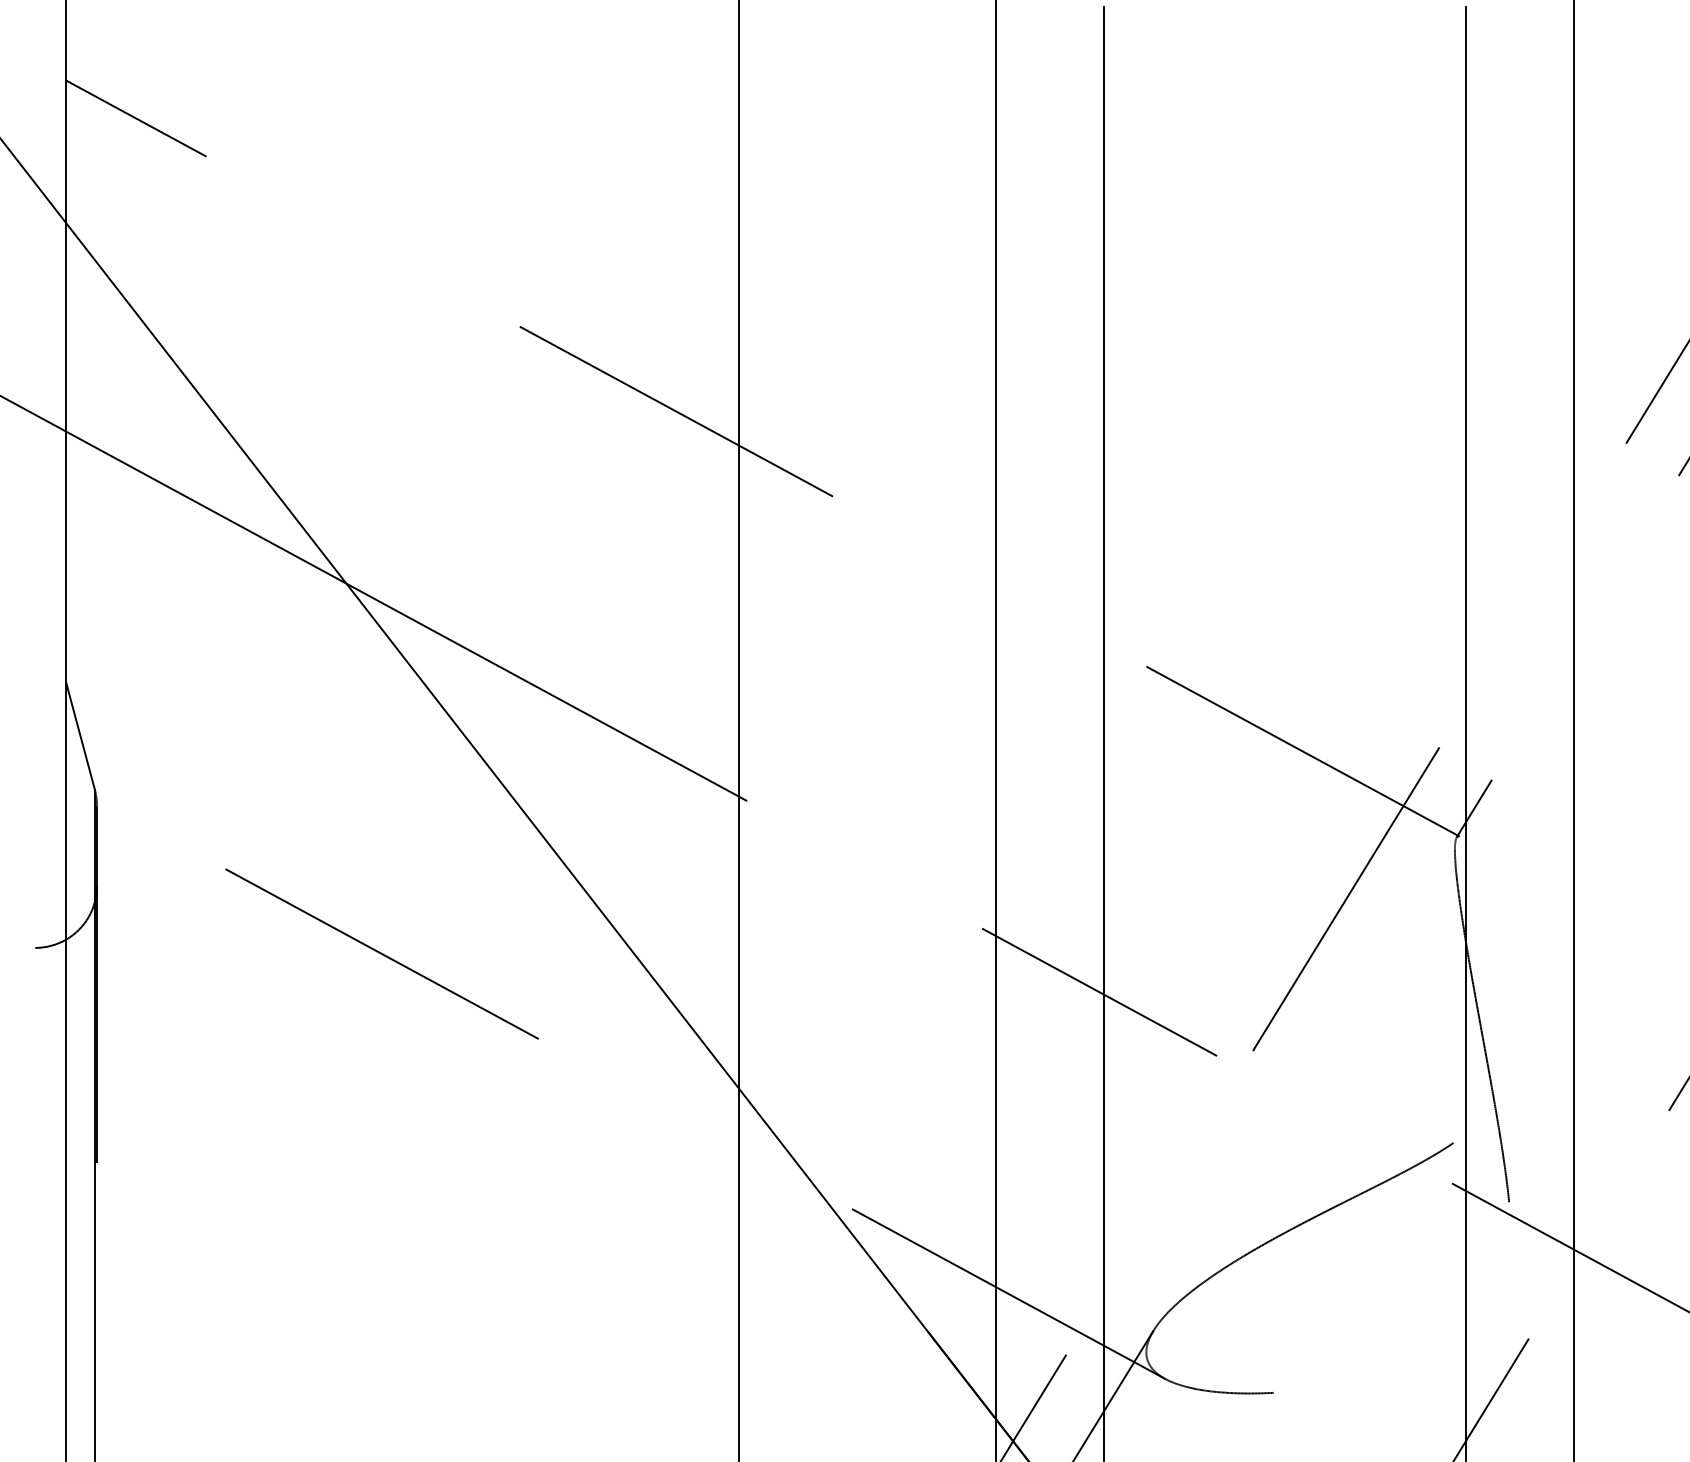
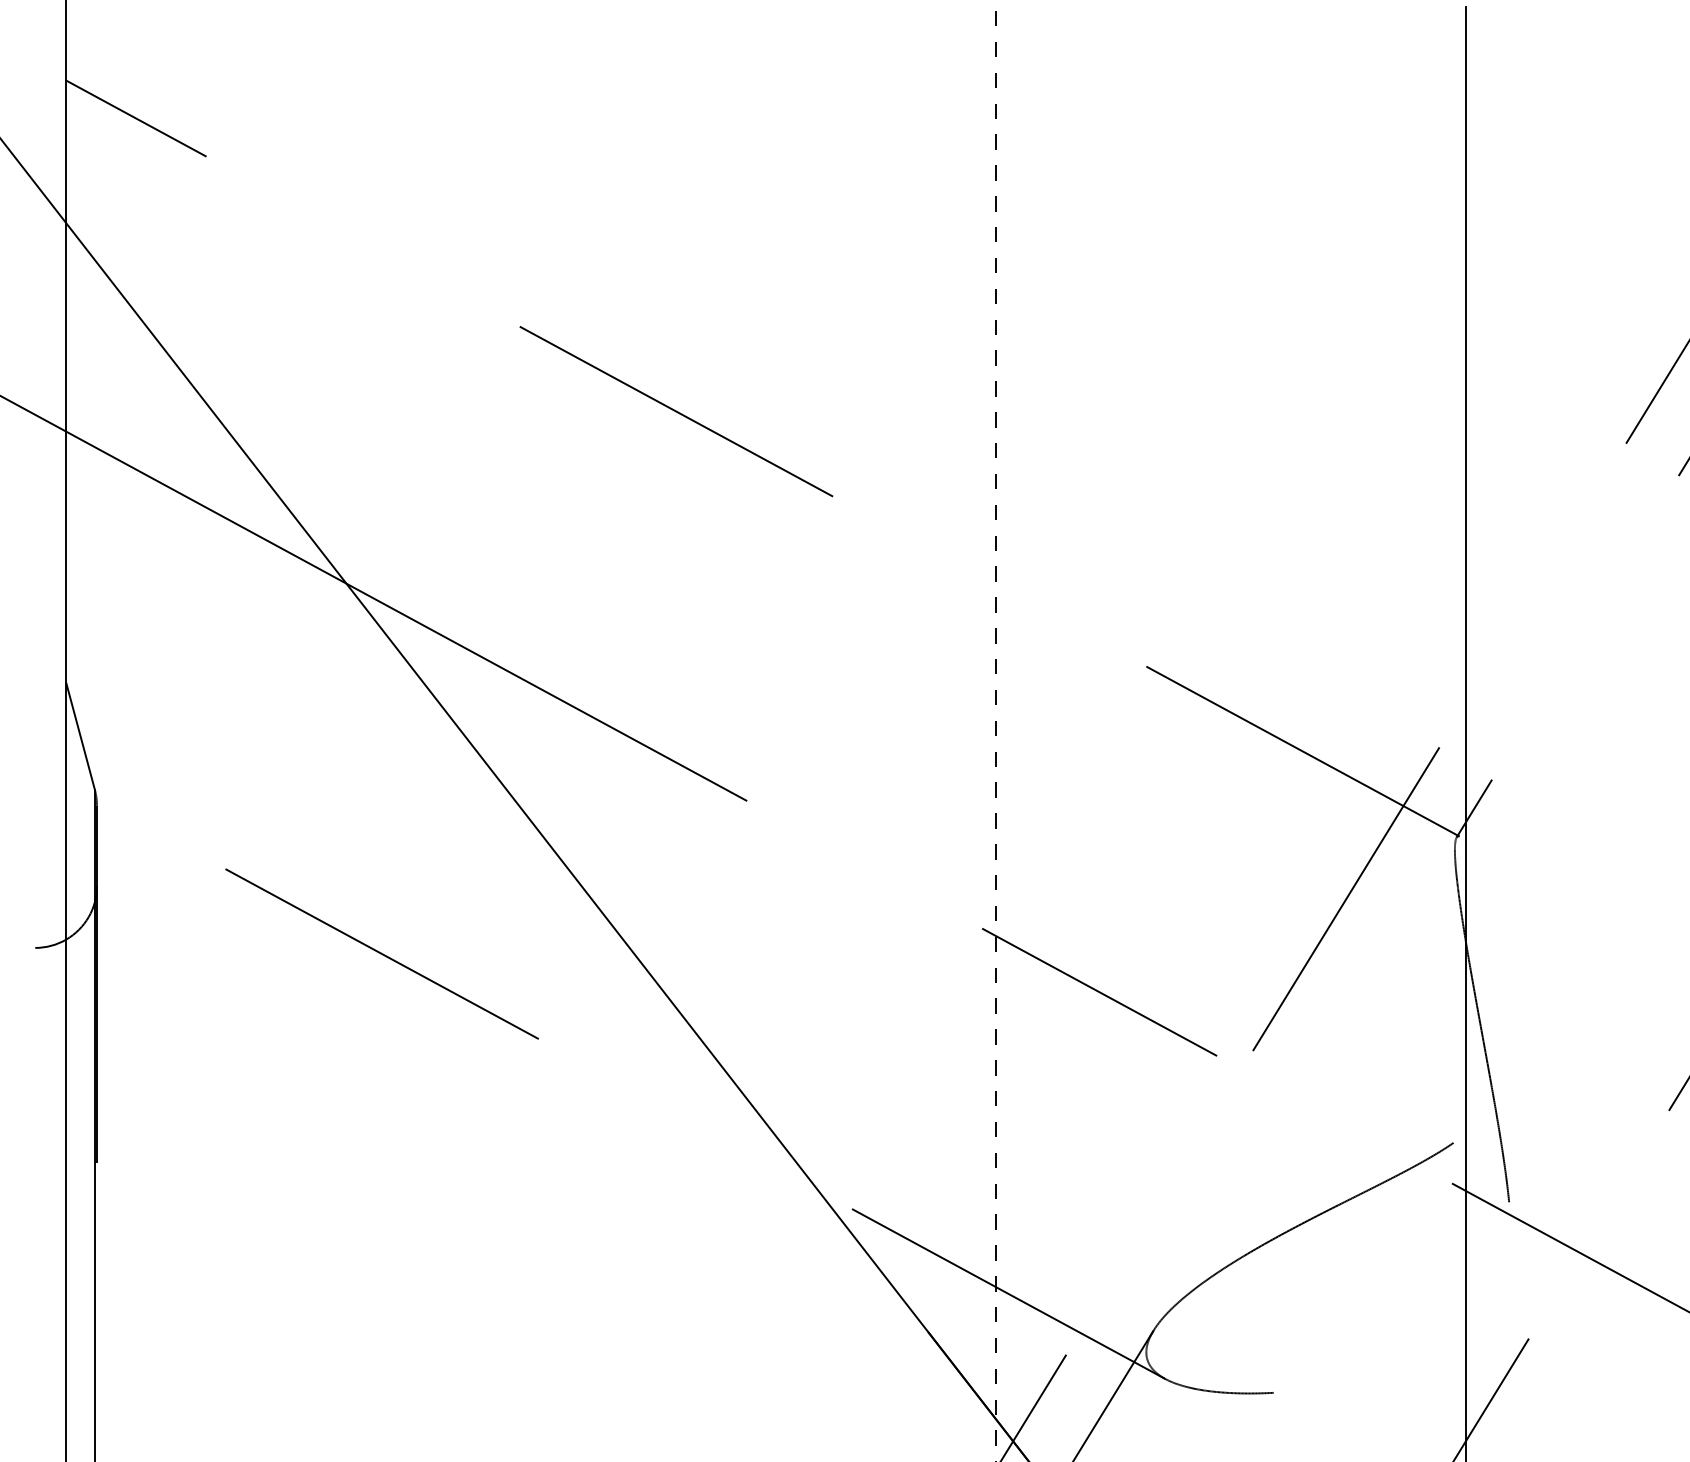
line at (739, 730): present -> none
line at (1574, 730): present -> none
line at (995, 731): solid -> dashed
line at (1103, 732): present -> none
